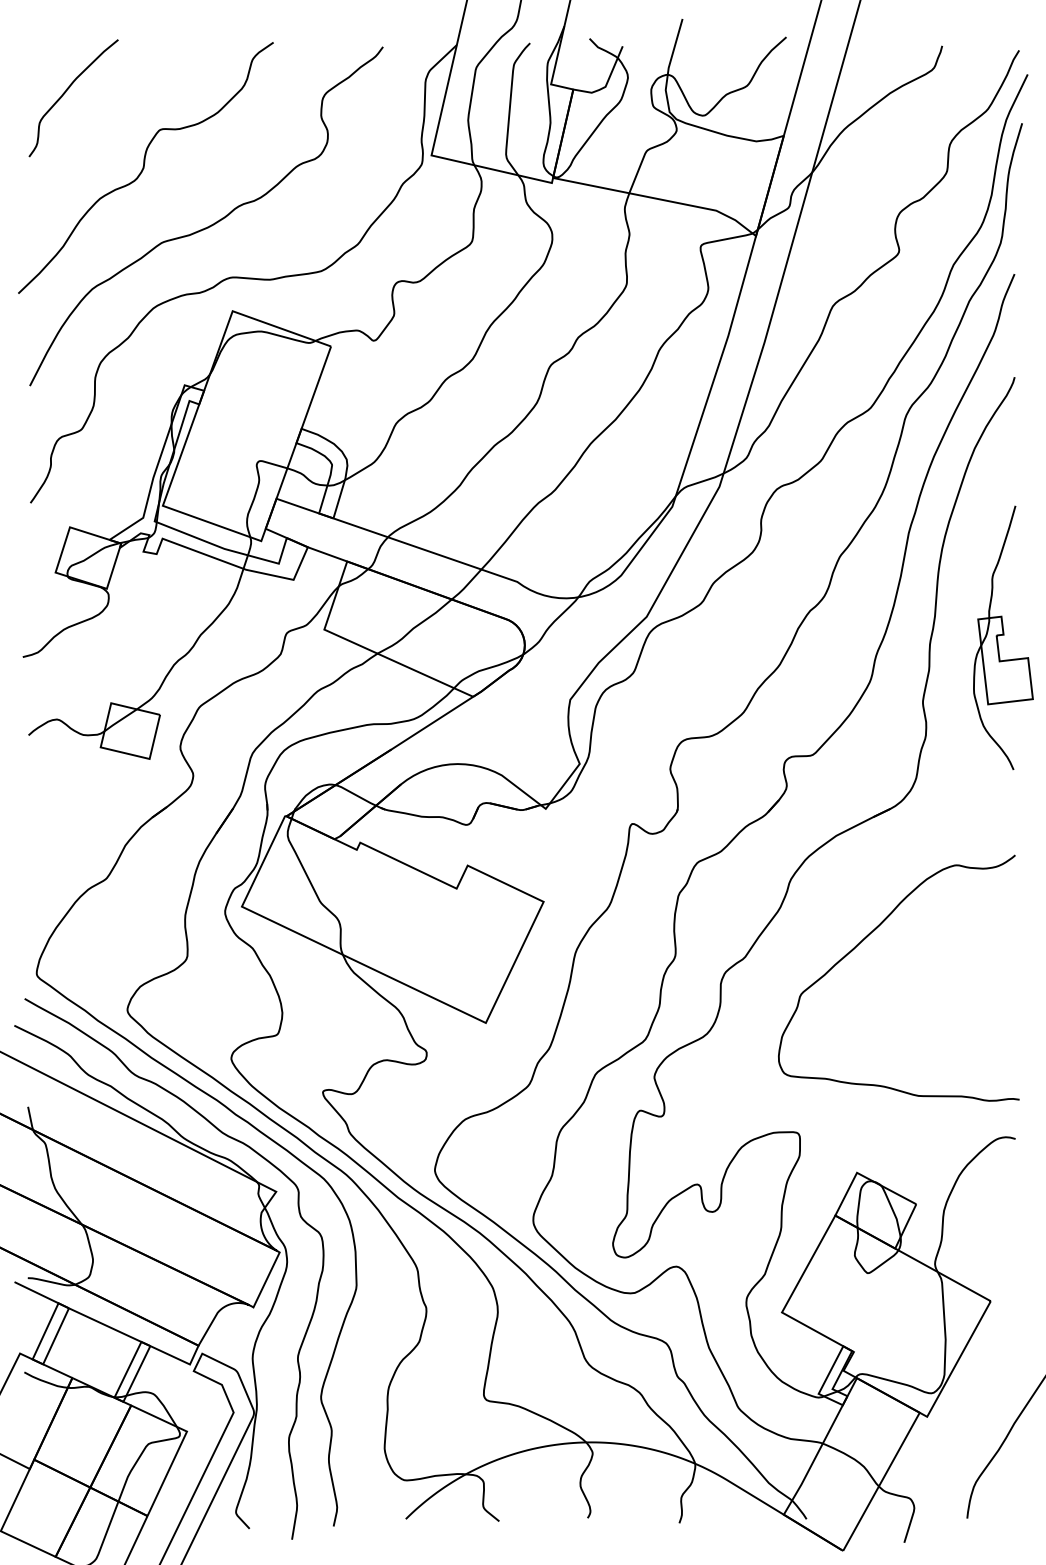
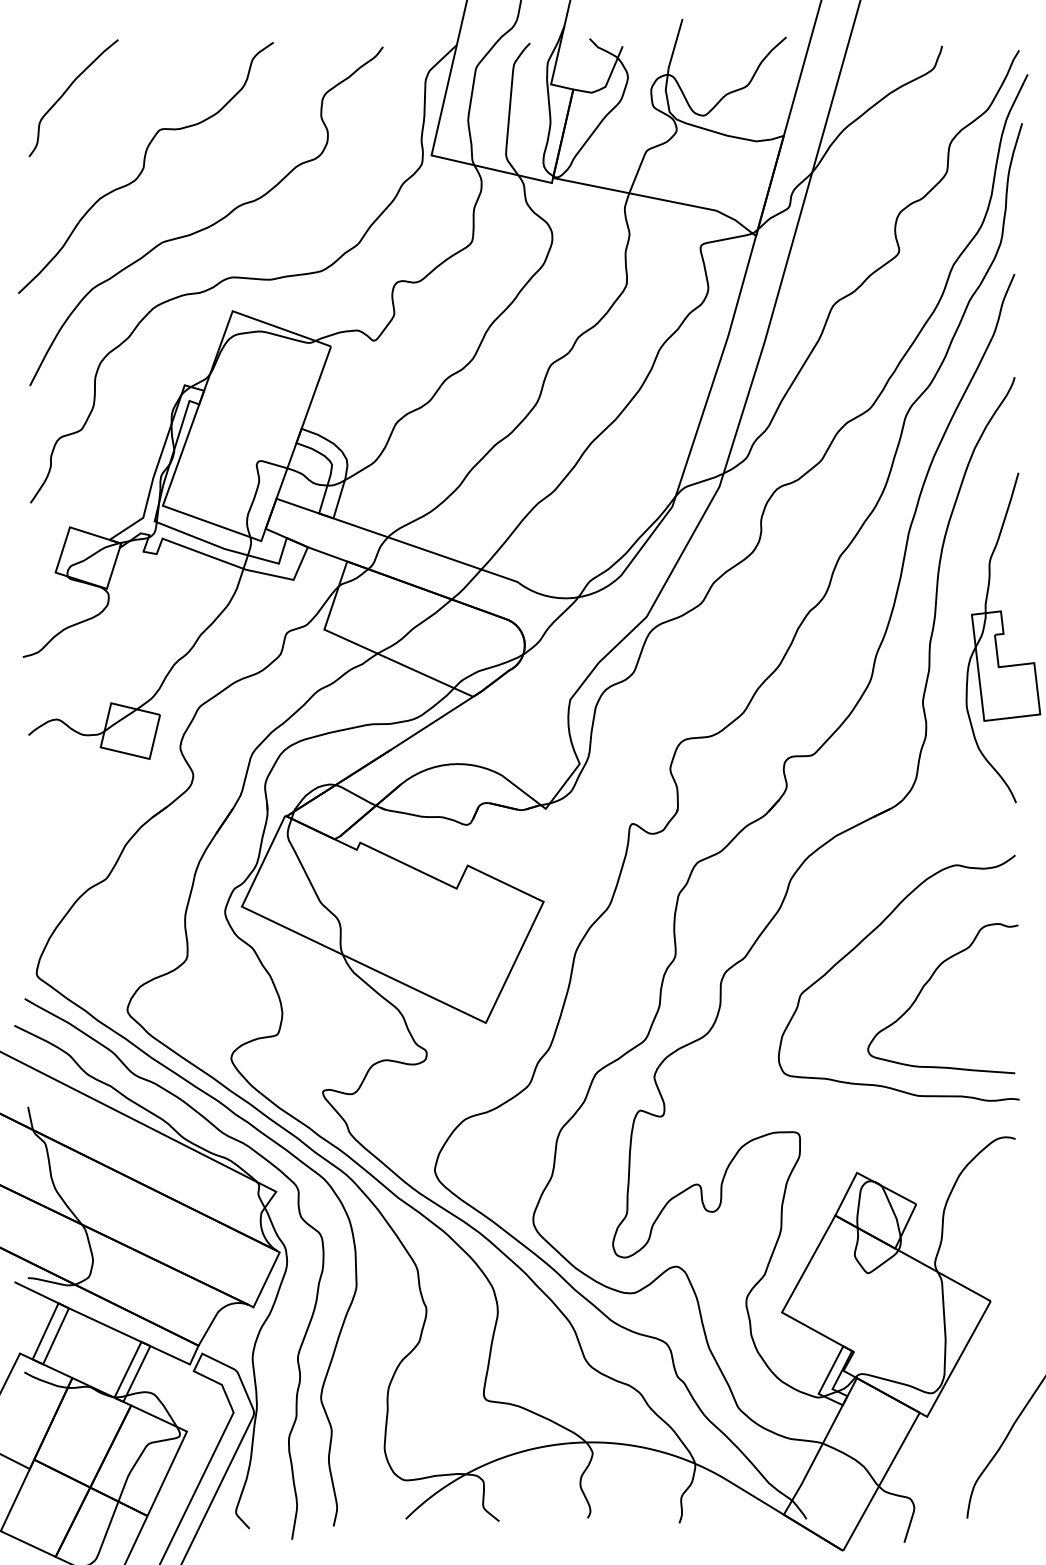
part at (1003, 637) size: 61x265 px -> 77x332 px
curve at (924, 987): none -> present
